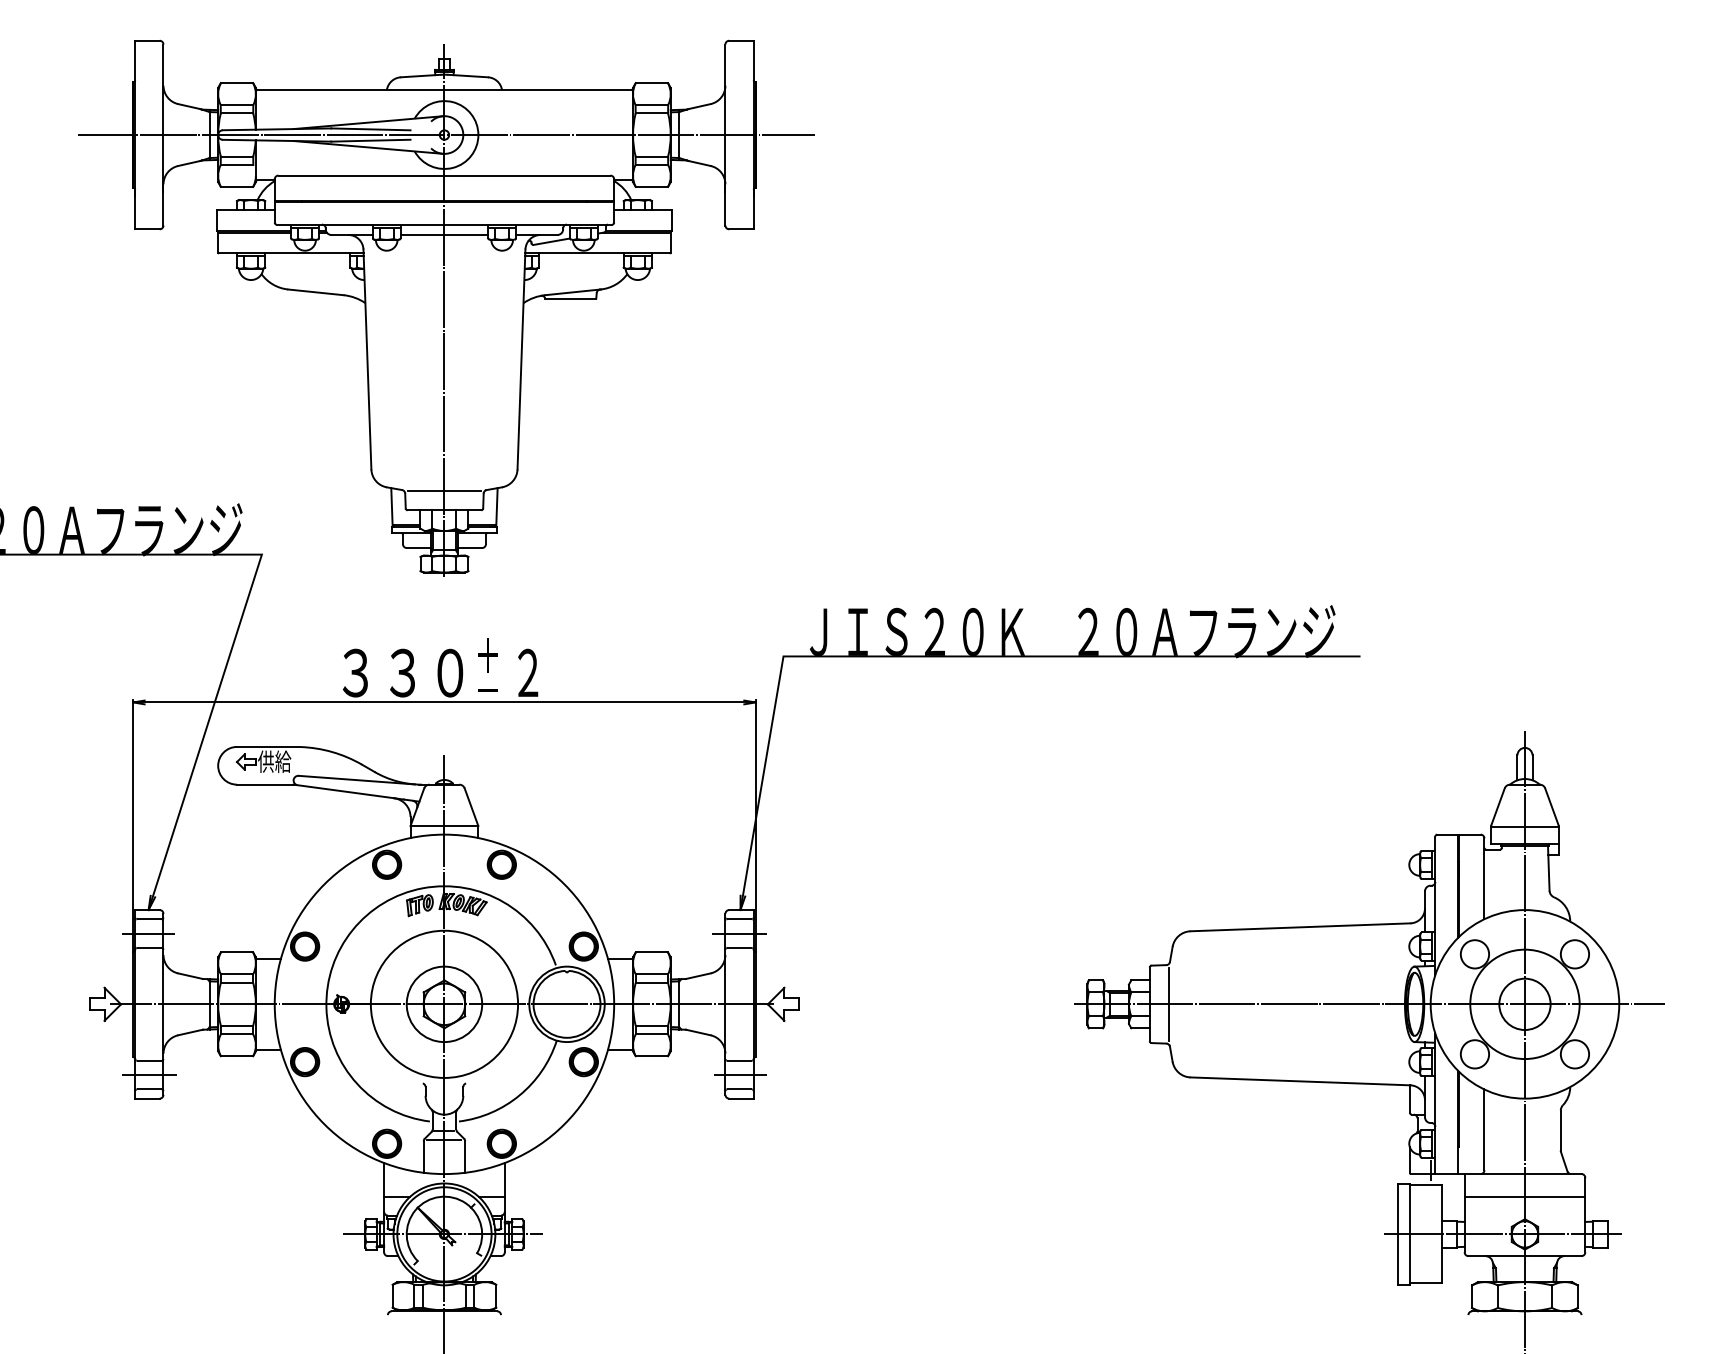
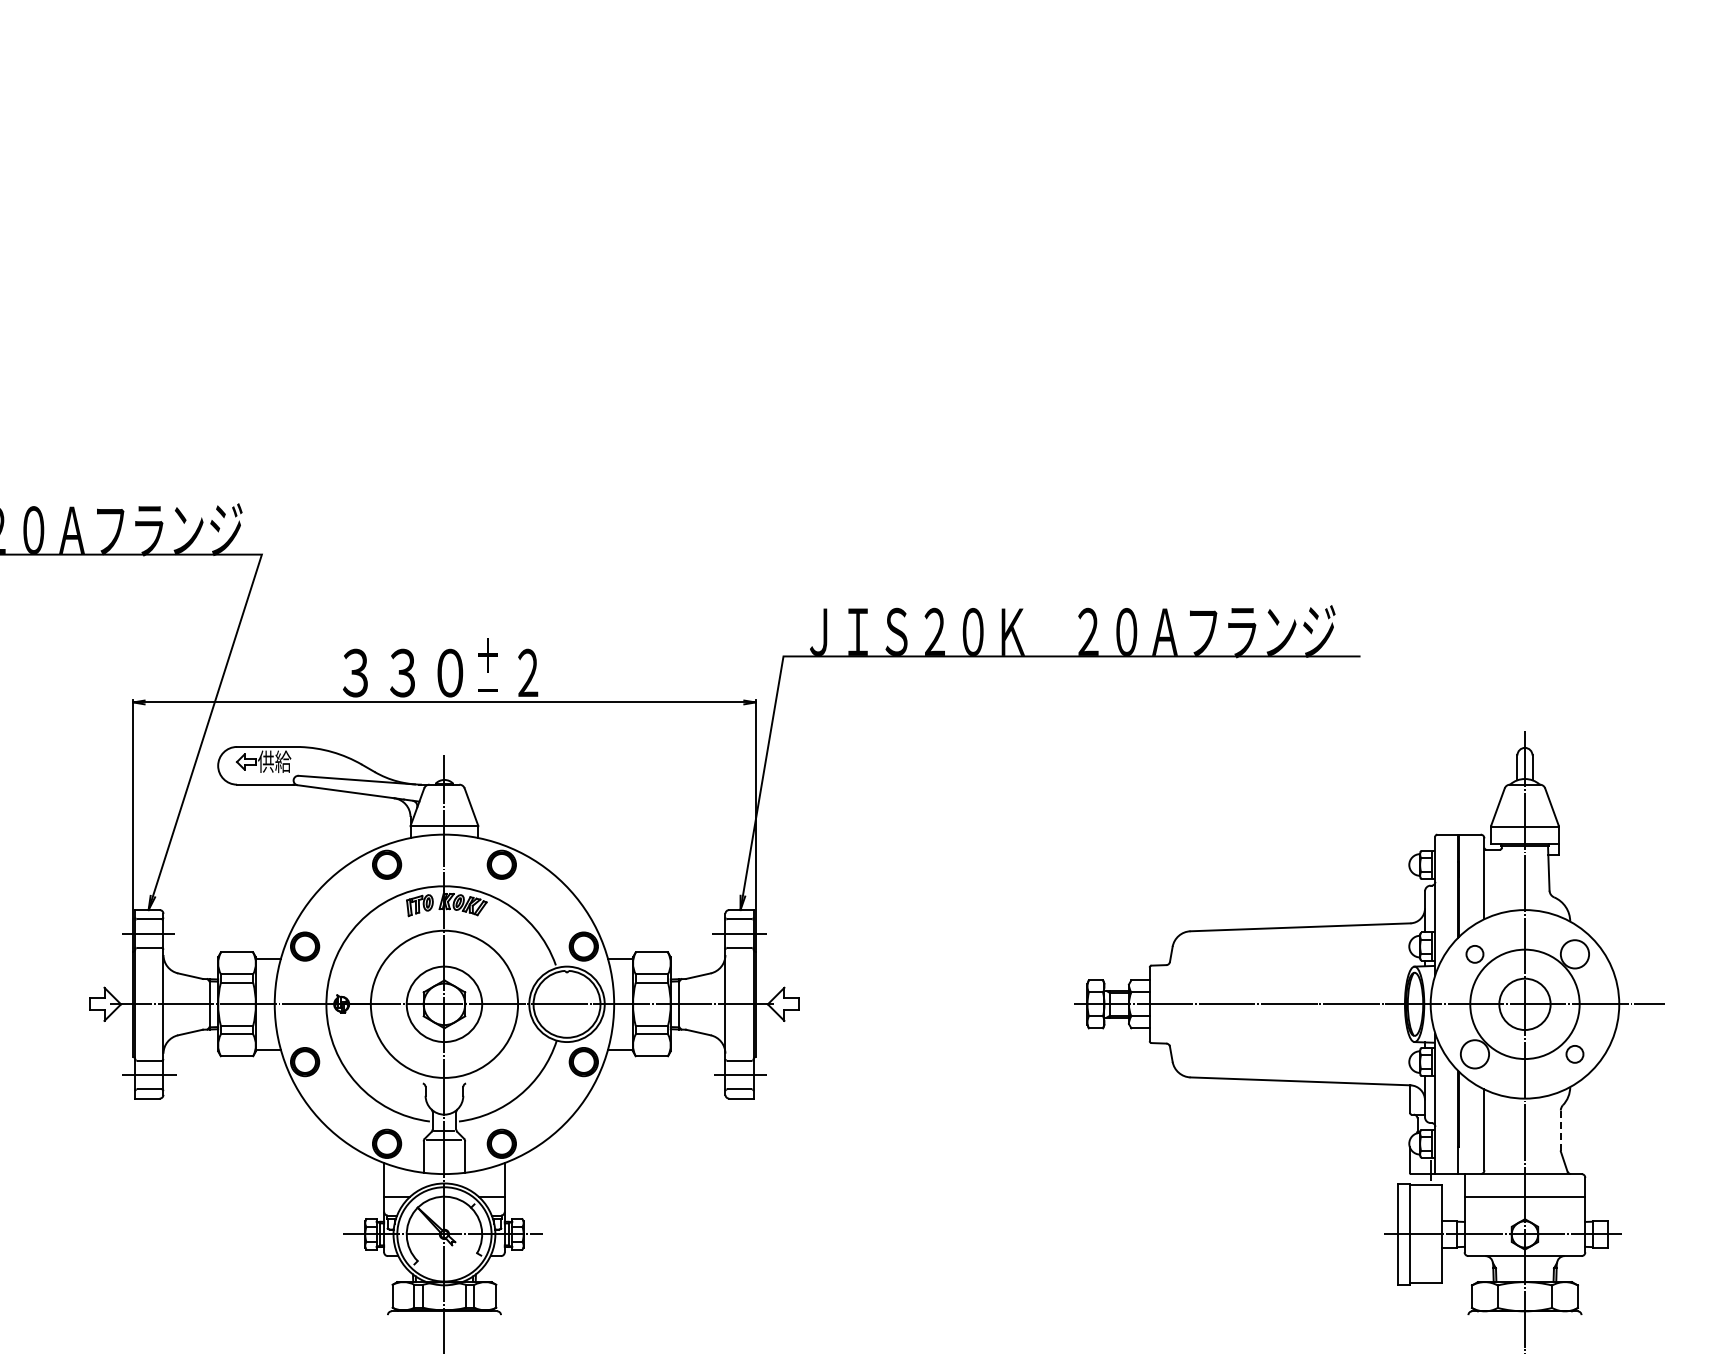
part at (446, 307): present -> none
circle at (1474, 954) diameter: 28 px -> 17 px
line at (1169, 1004): present -> none
circle at (1574, 1054) diameter: 28 px -> 17 px
line at (1560, 1130): solid -> dashed
